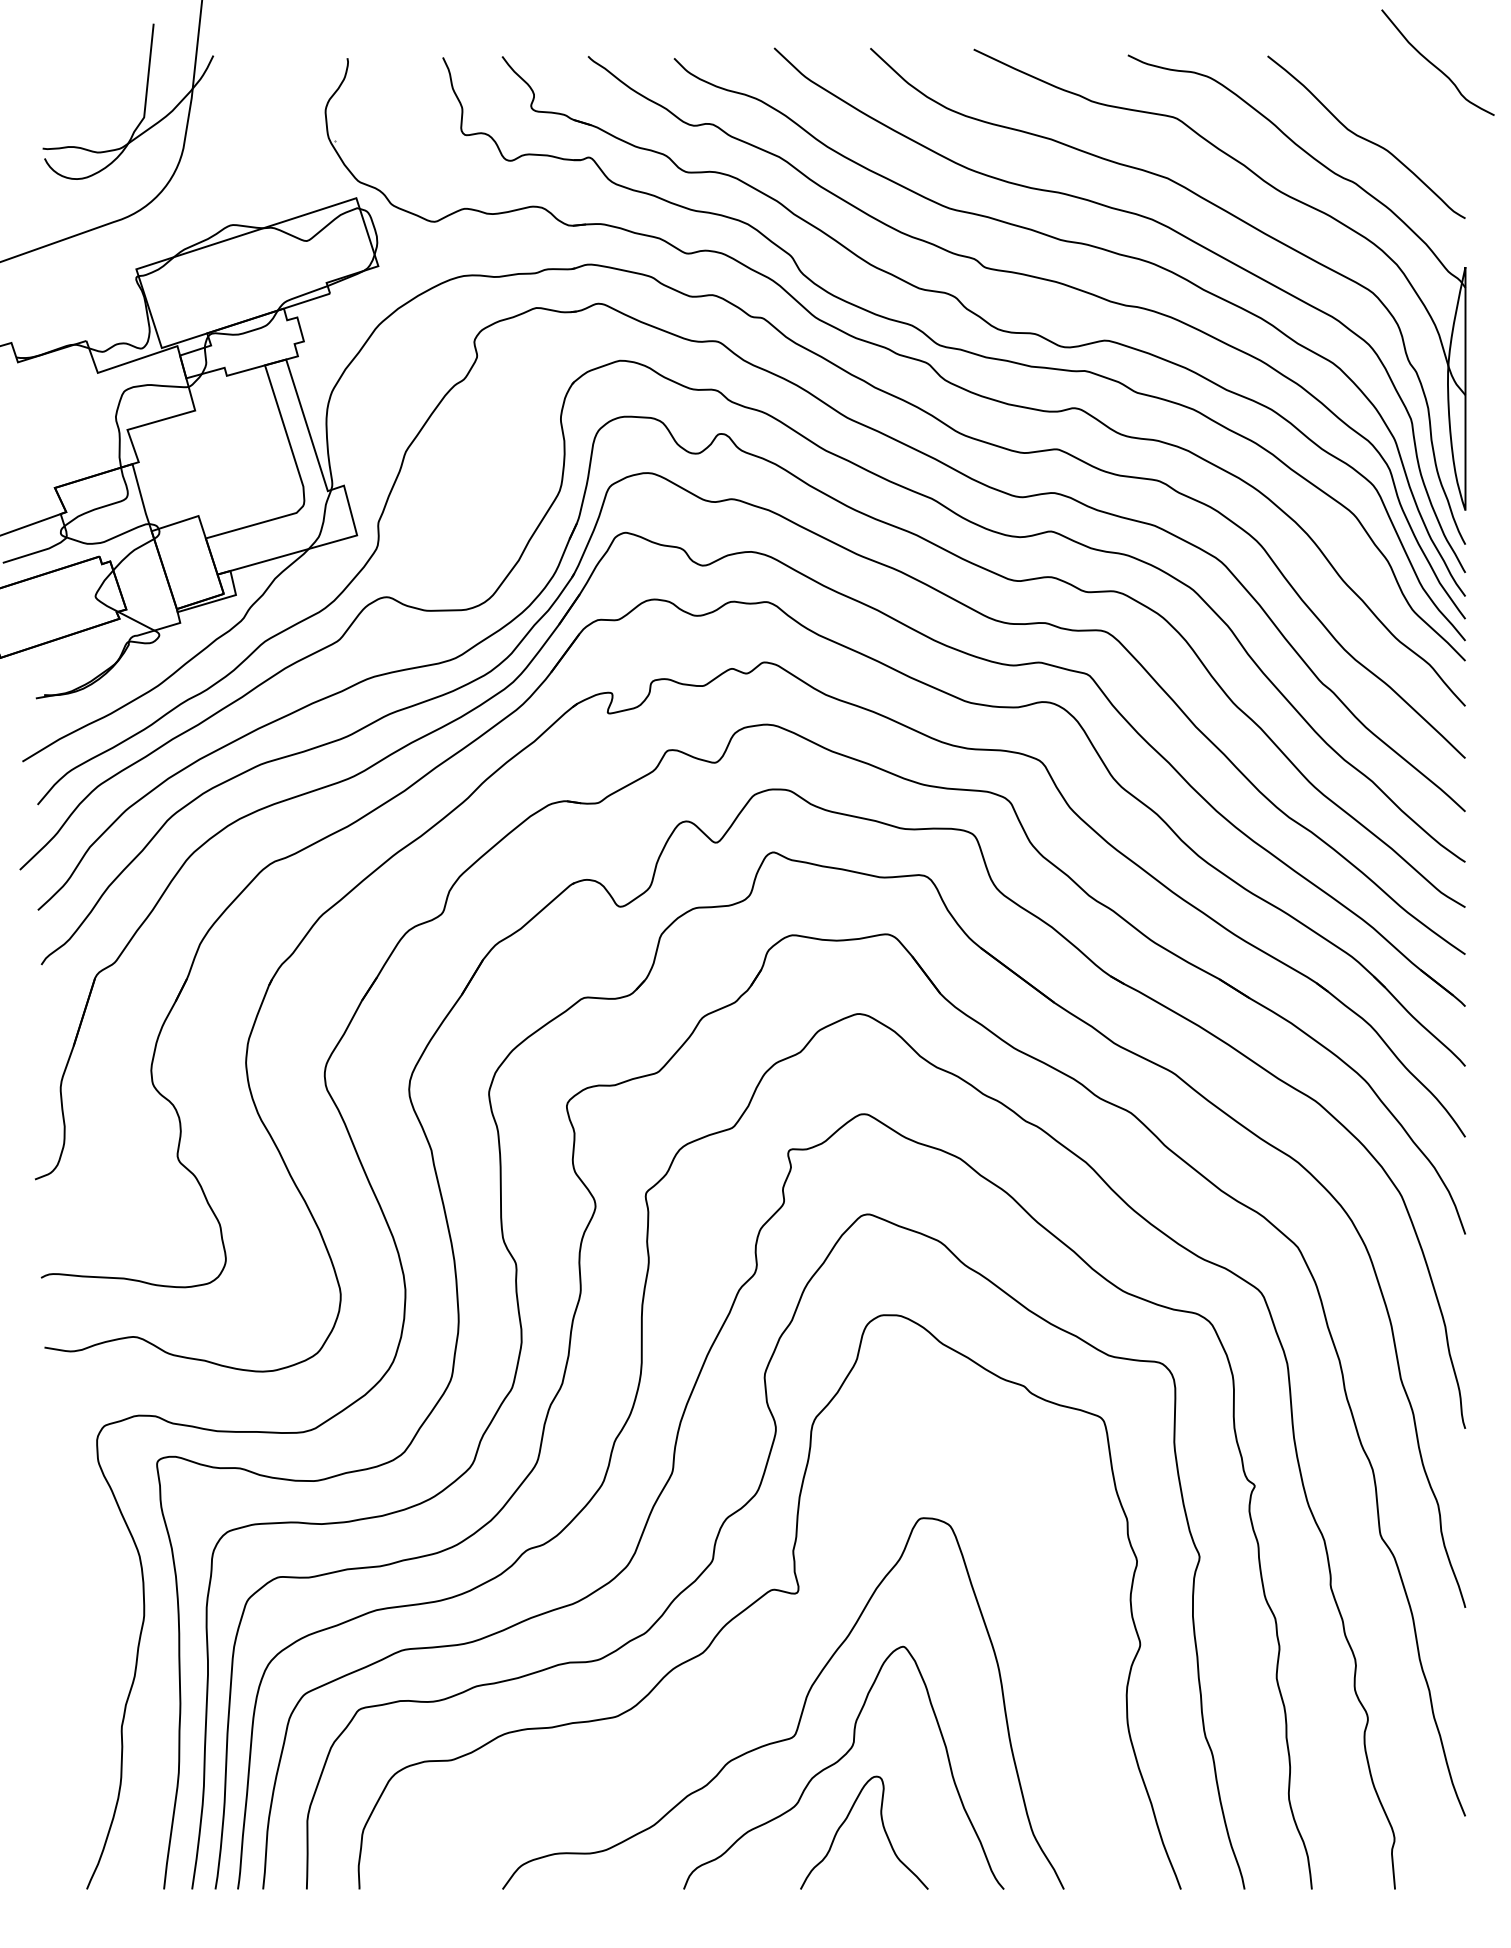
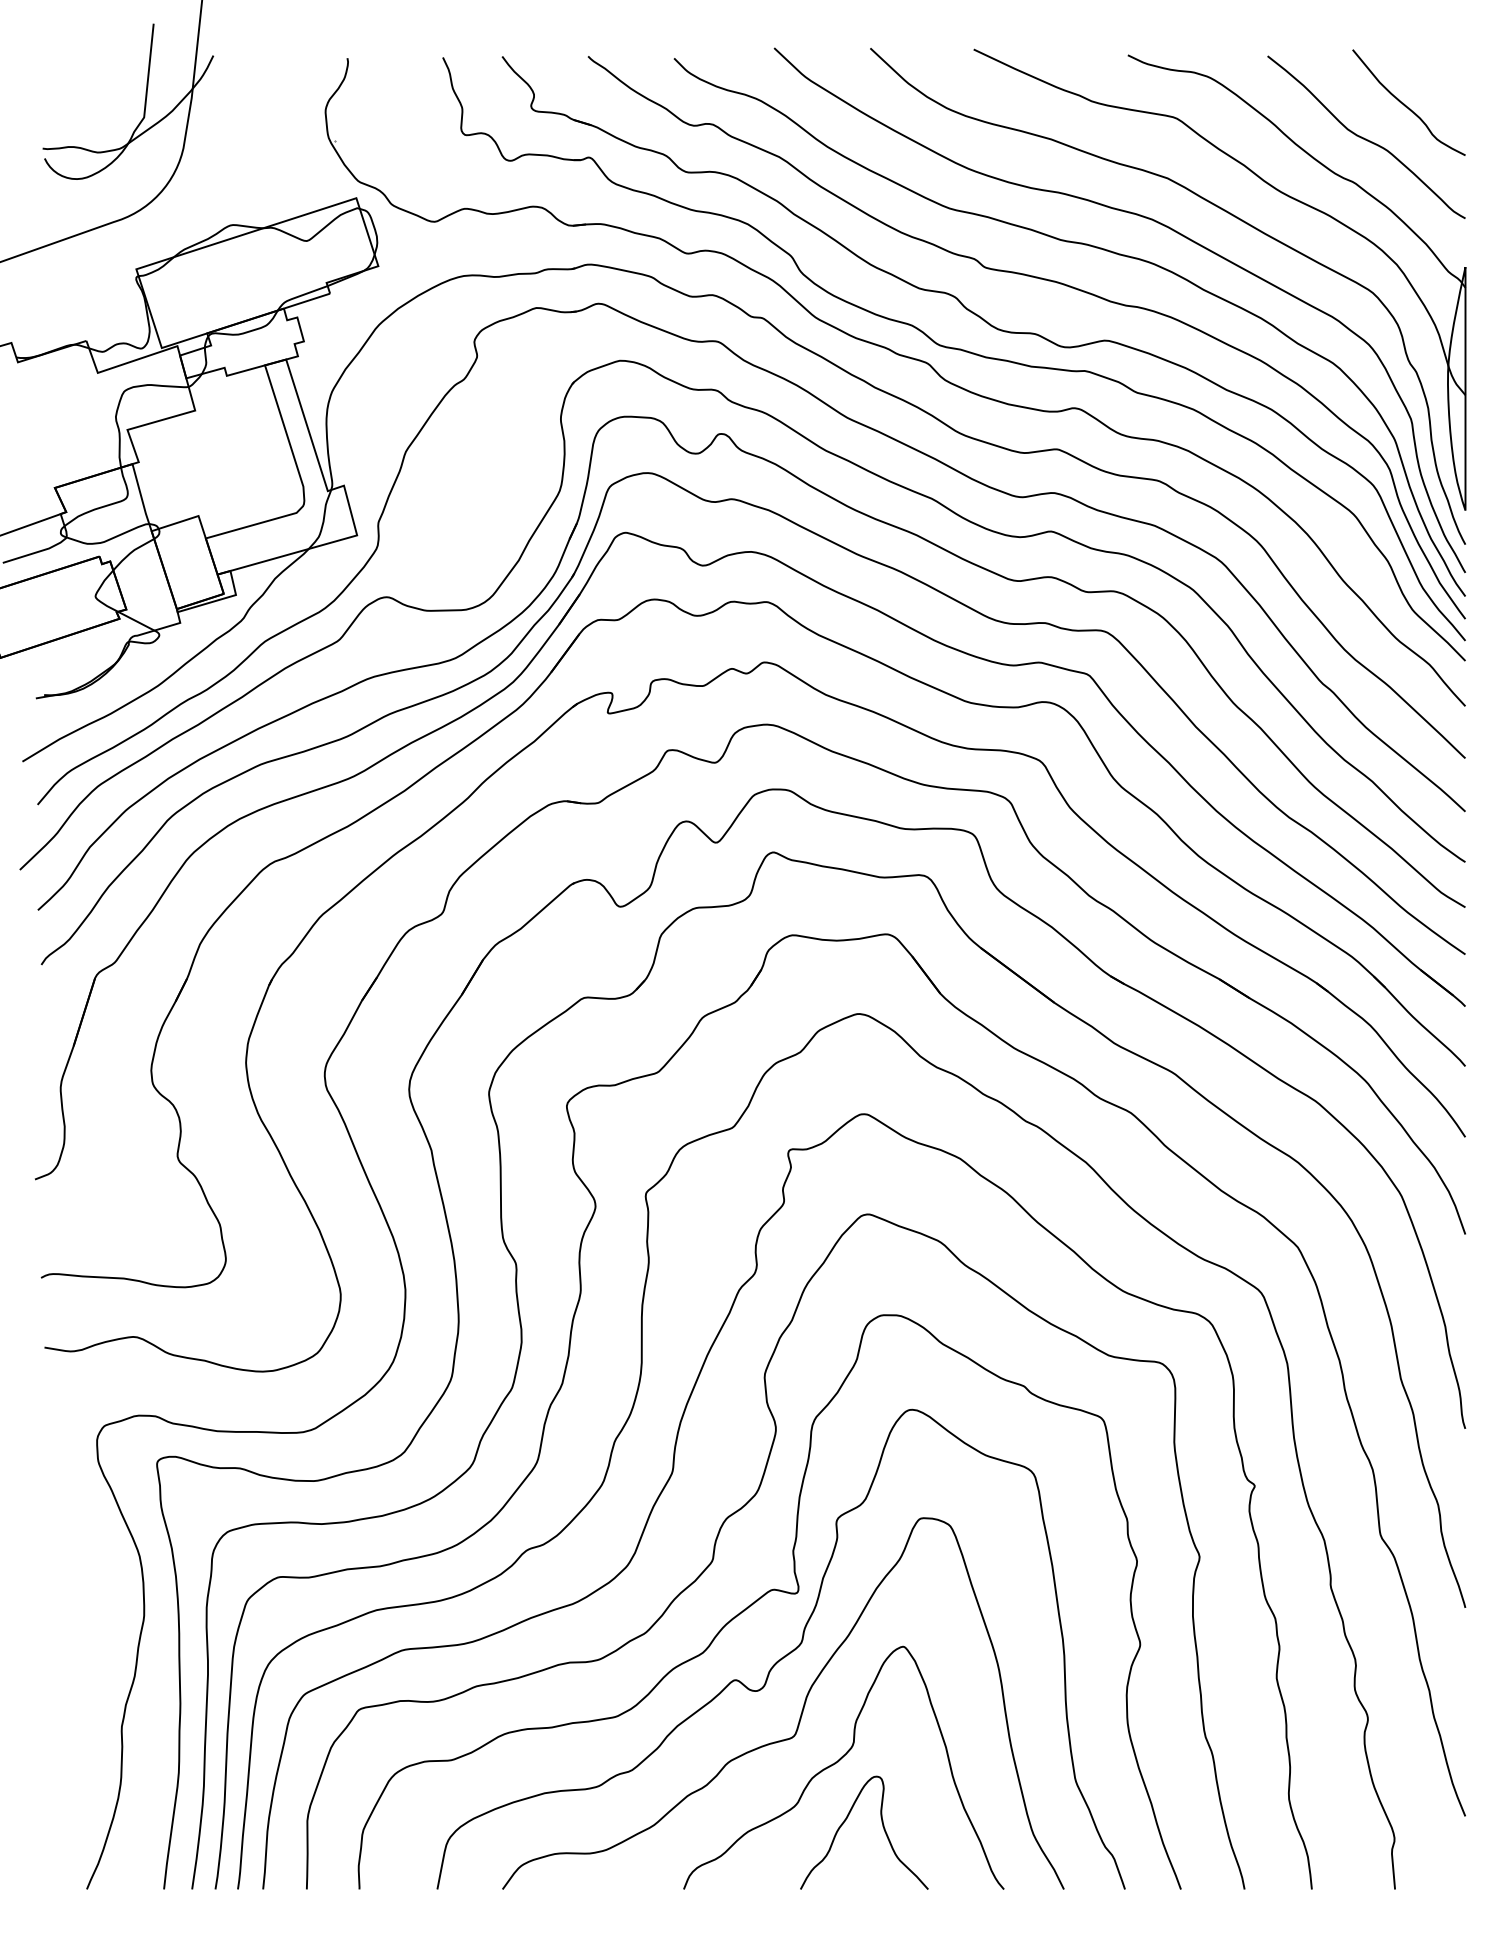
curve at (1434, 64) position: (1434, 64) -> (1405, 104)
curve at (784, 1655): none -> present
